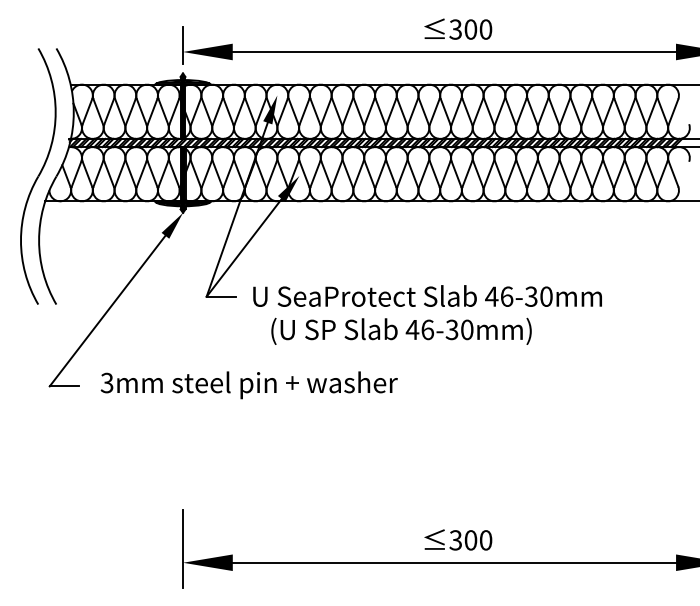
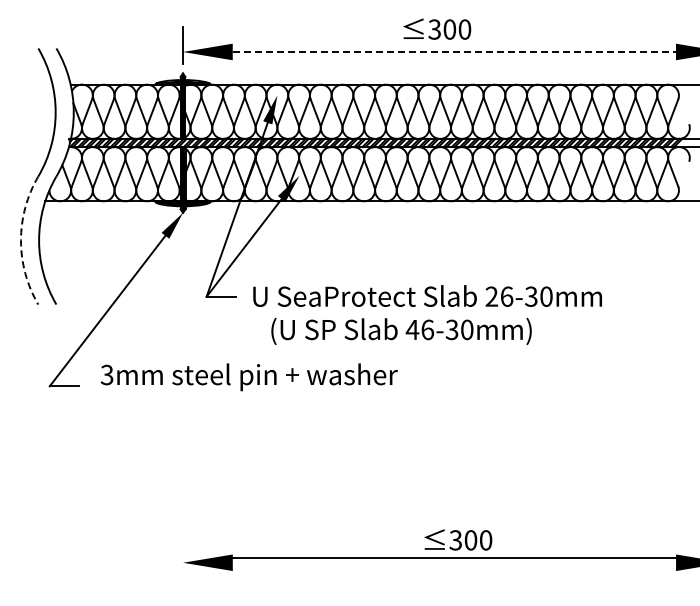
text at (458, 28) position: (458, 28) -> (437, 28)
line at (454, 52): solid -> dashed
arc at (20, 240): solid -> dashed
text at (491, 296): 46-30mm -> 26-30mm
text at (248, 385) position: (248, 385) -> (248, 377)
line at (183, 548): present -> none
line at (454, 562) position: (454, 562) -> (454, 557)
